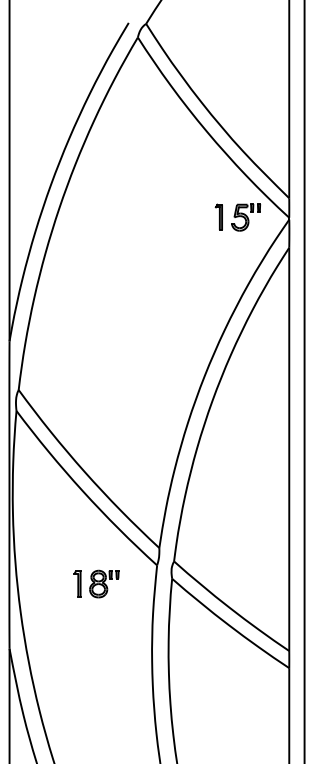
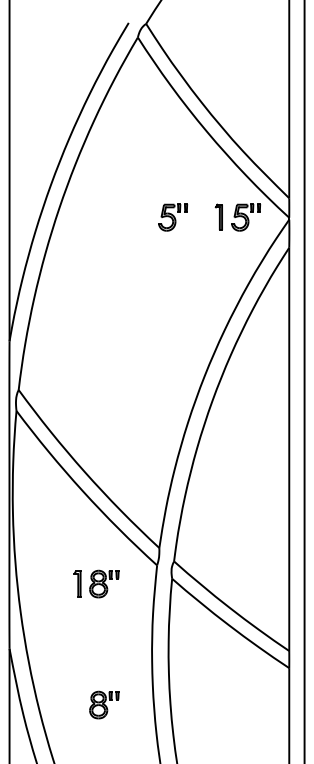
part at (173, 217): none -> present
part at (104, 704): none -> present
